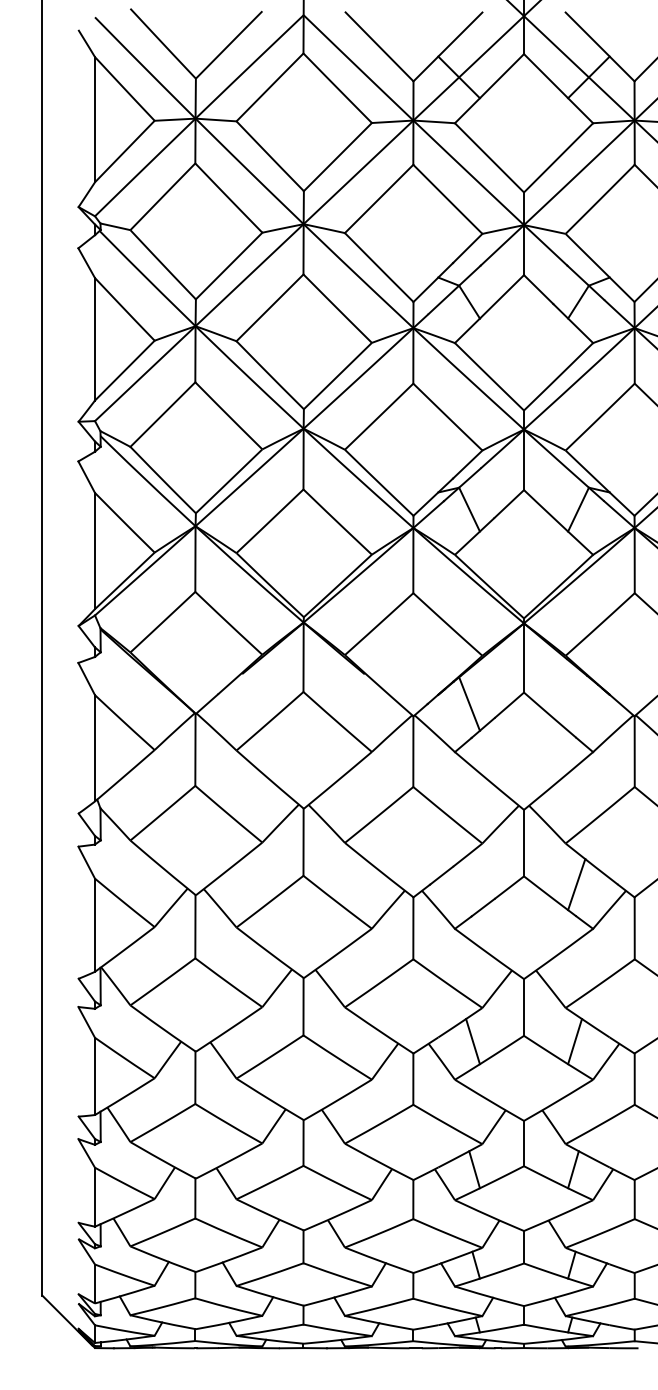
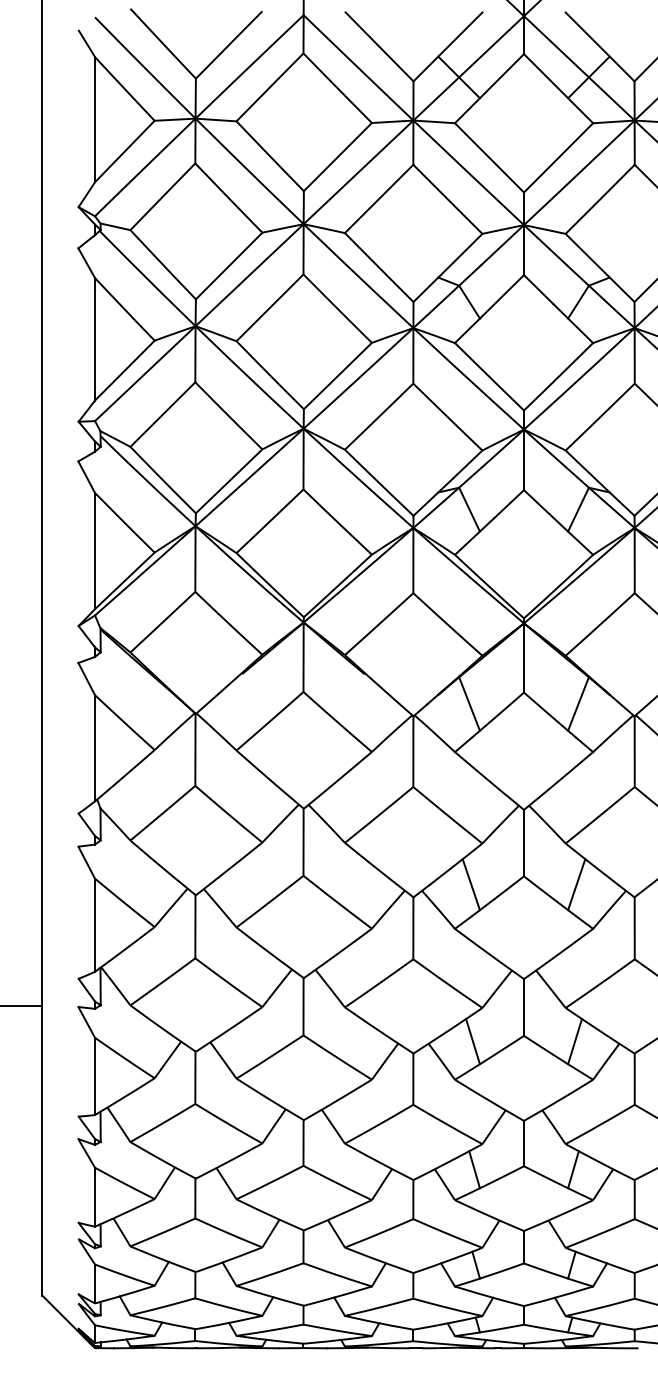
line at (578, 703): none -> present
line at (470, 884): none -> present
line at (22, 1006): none -> present
